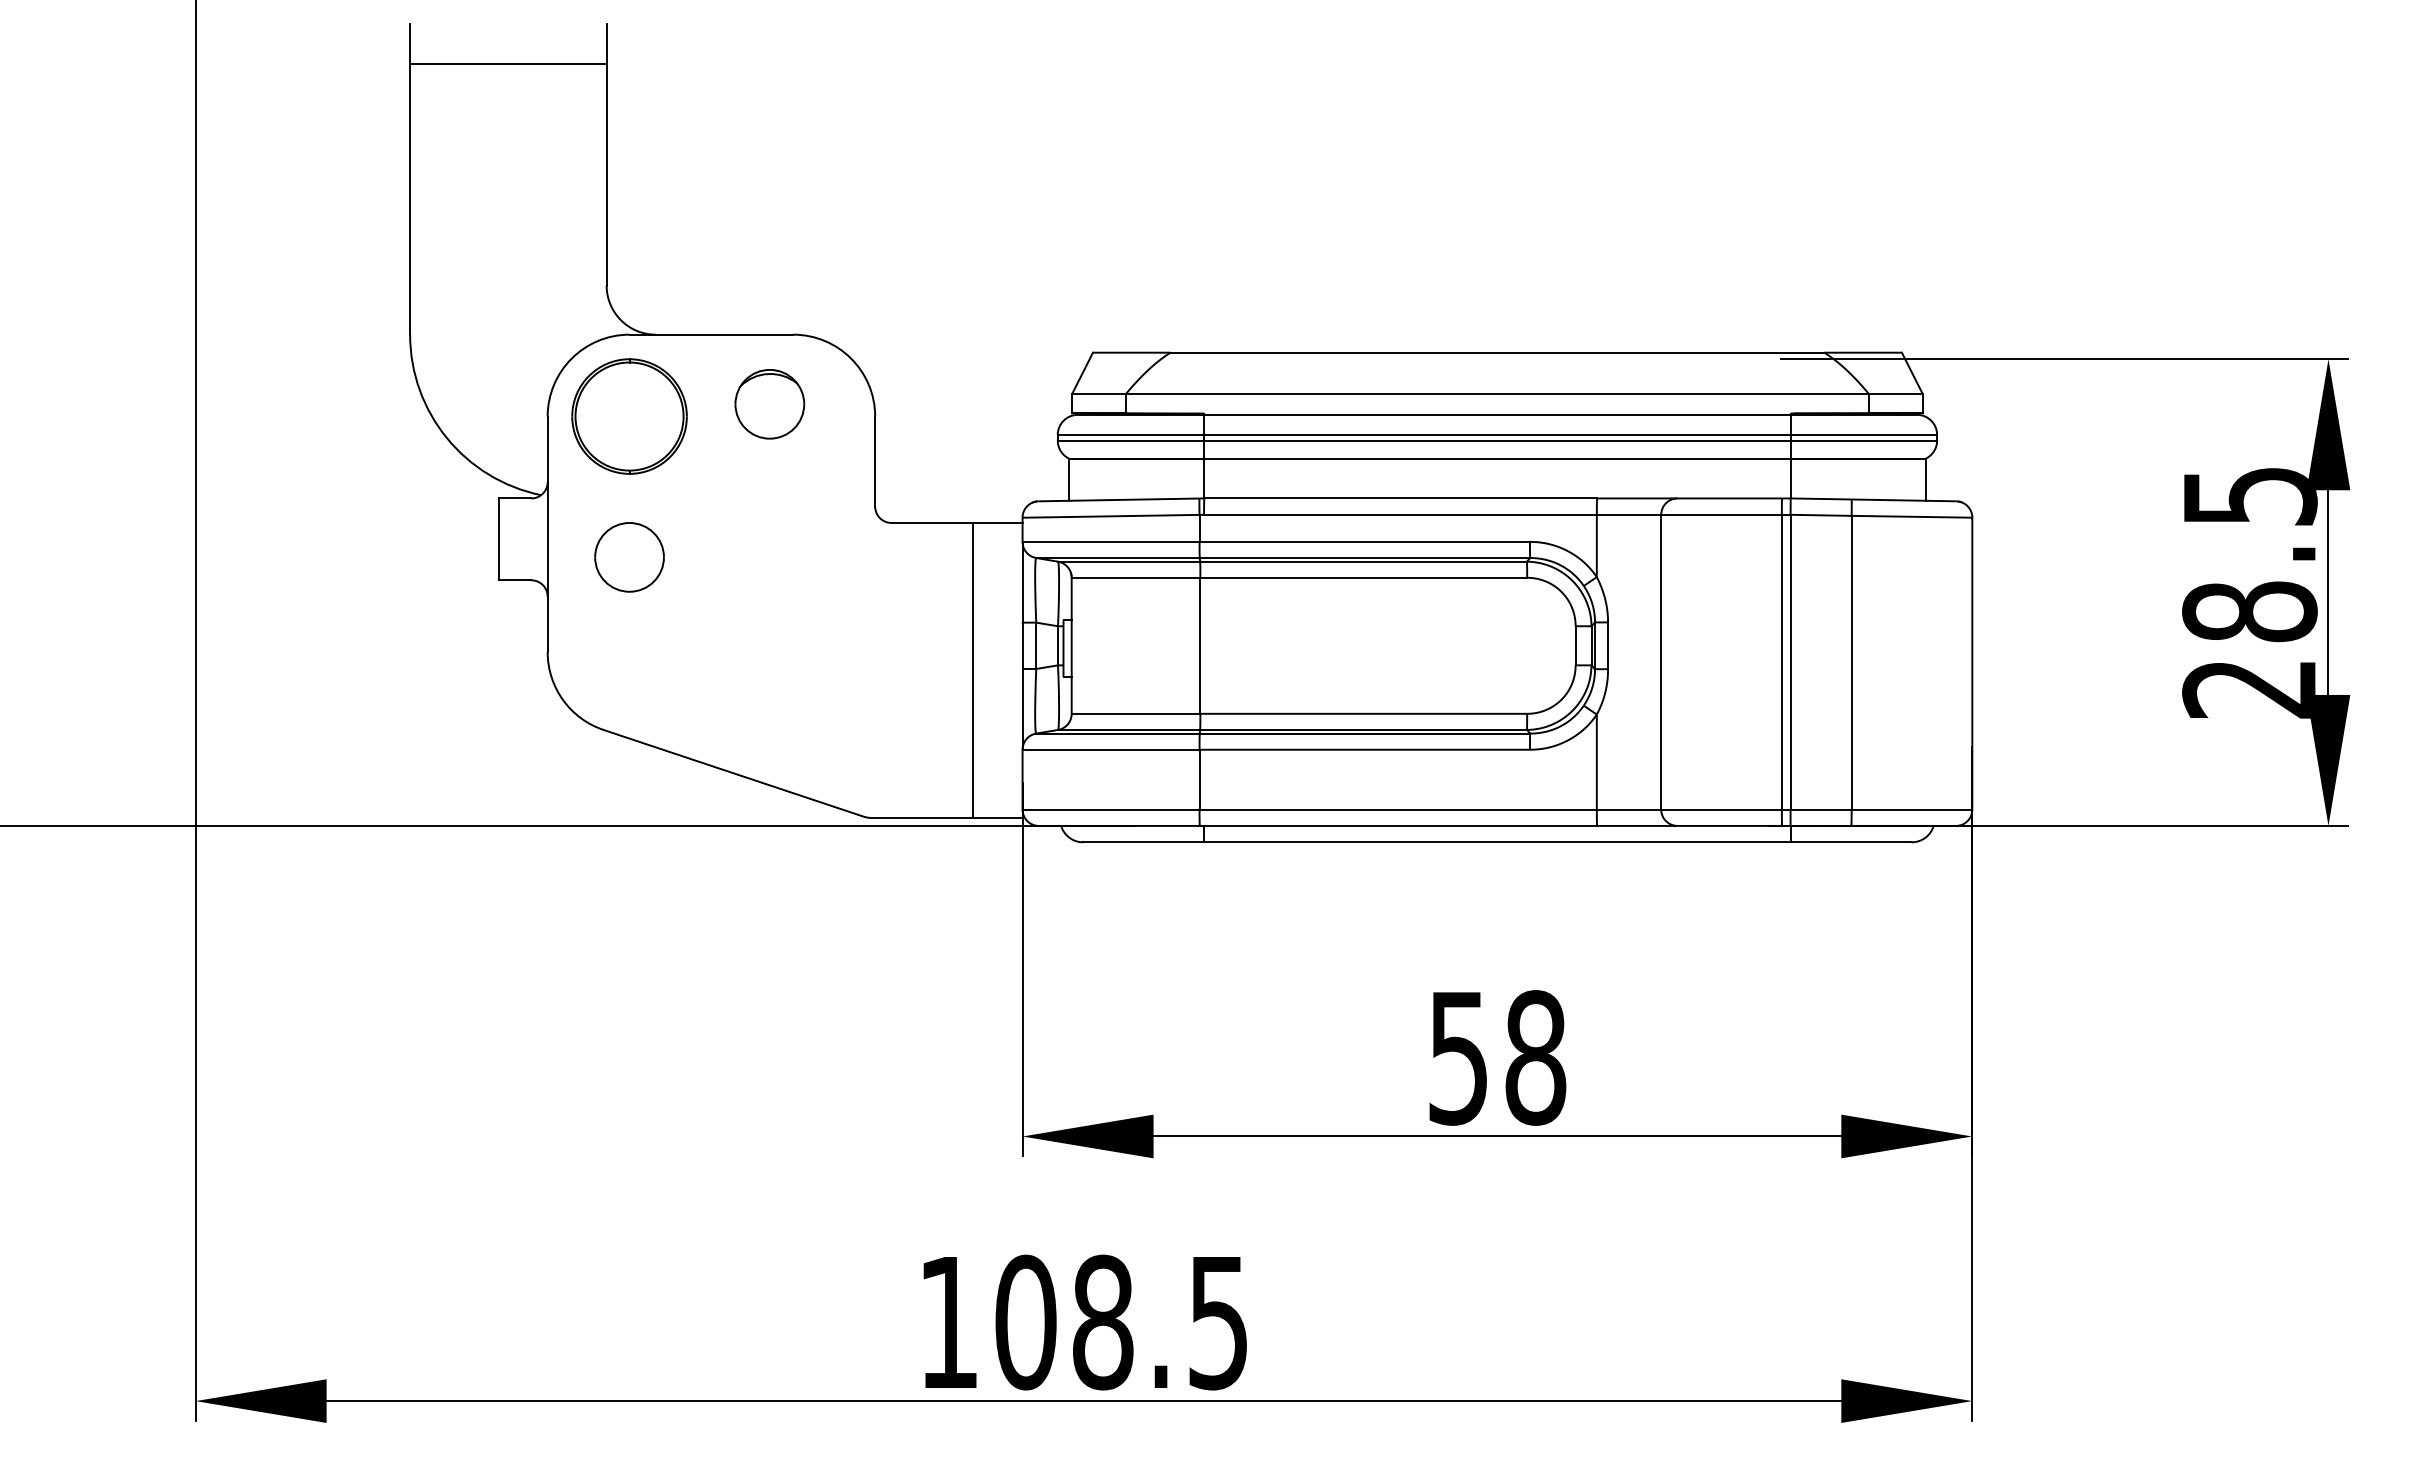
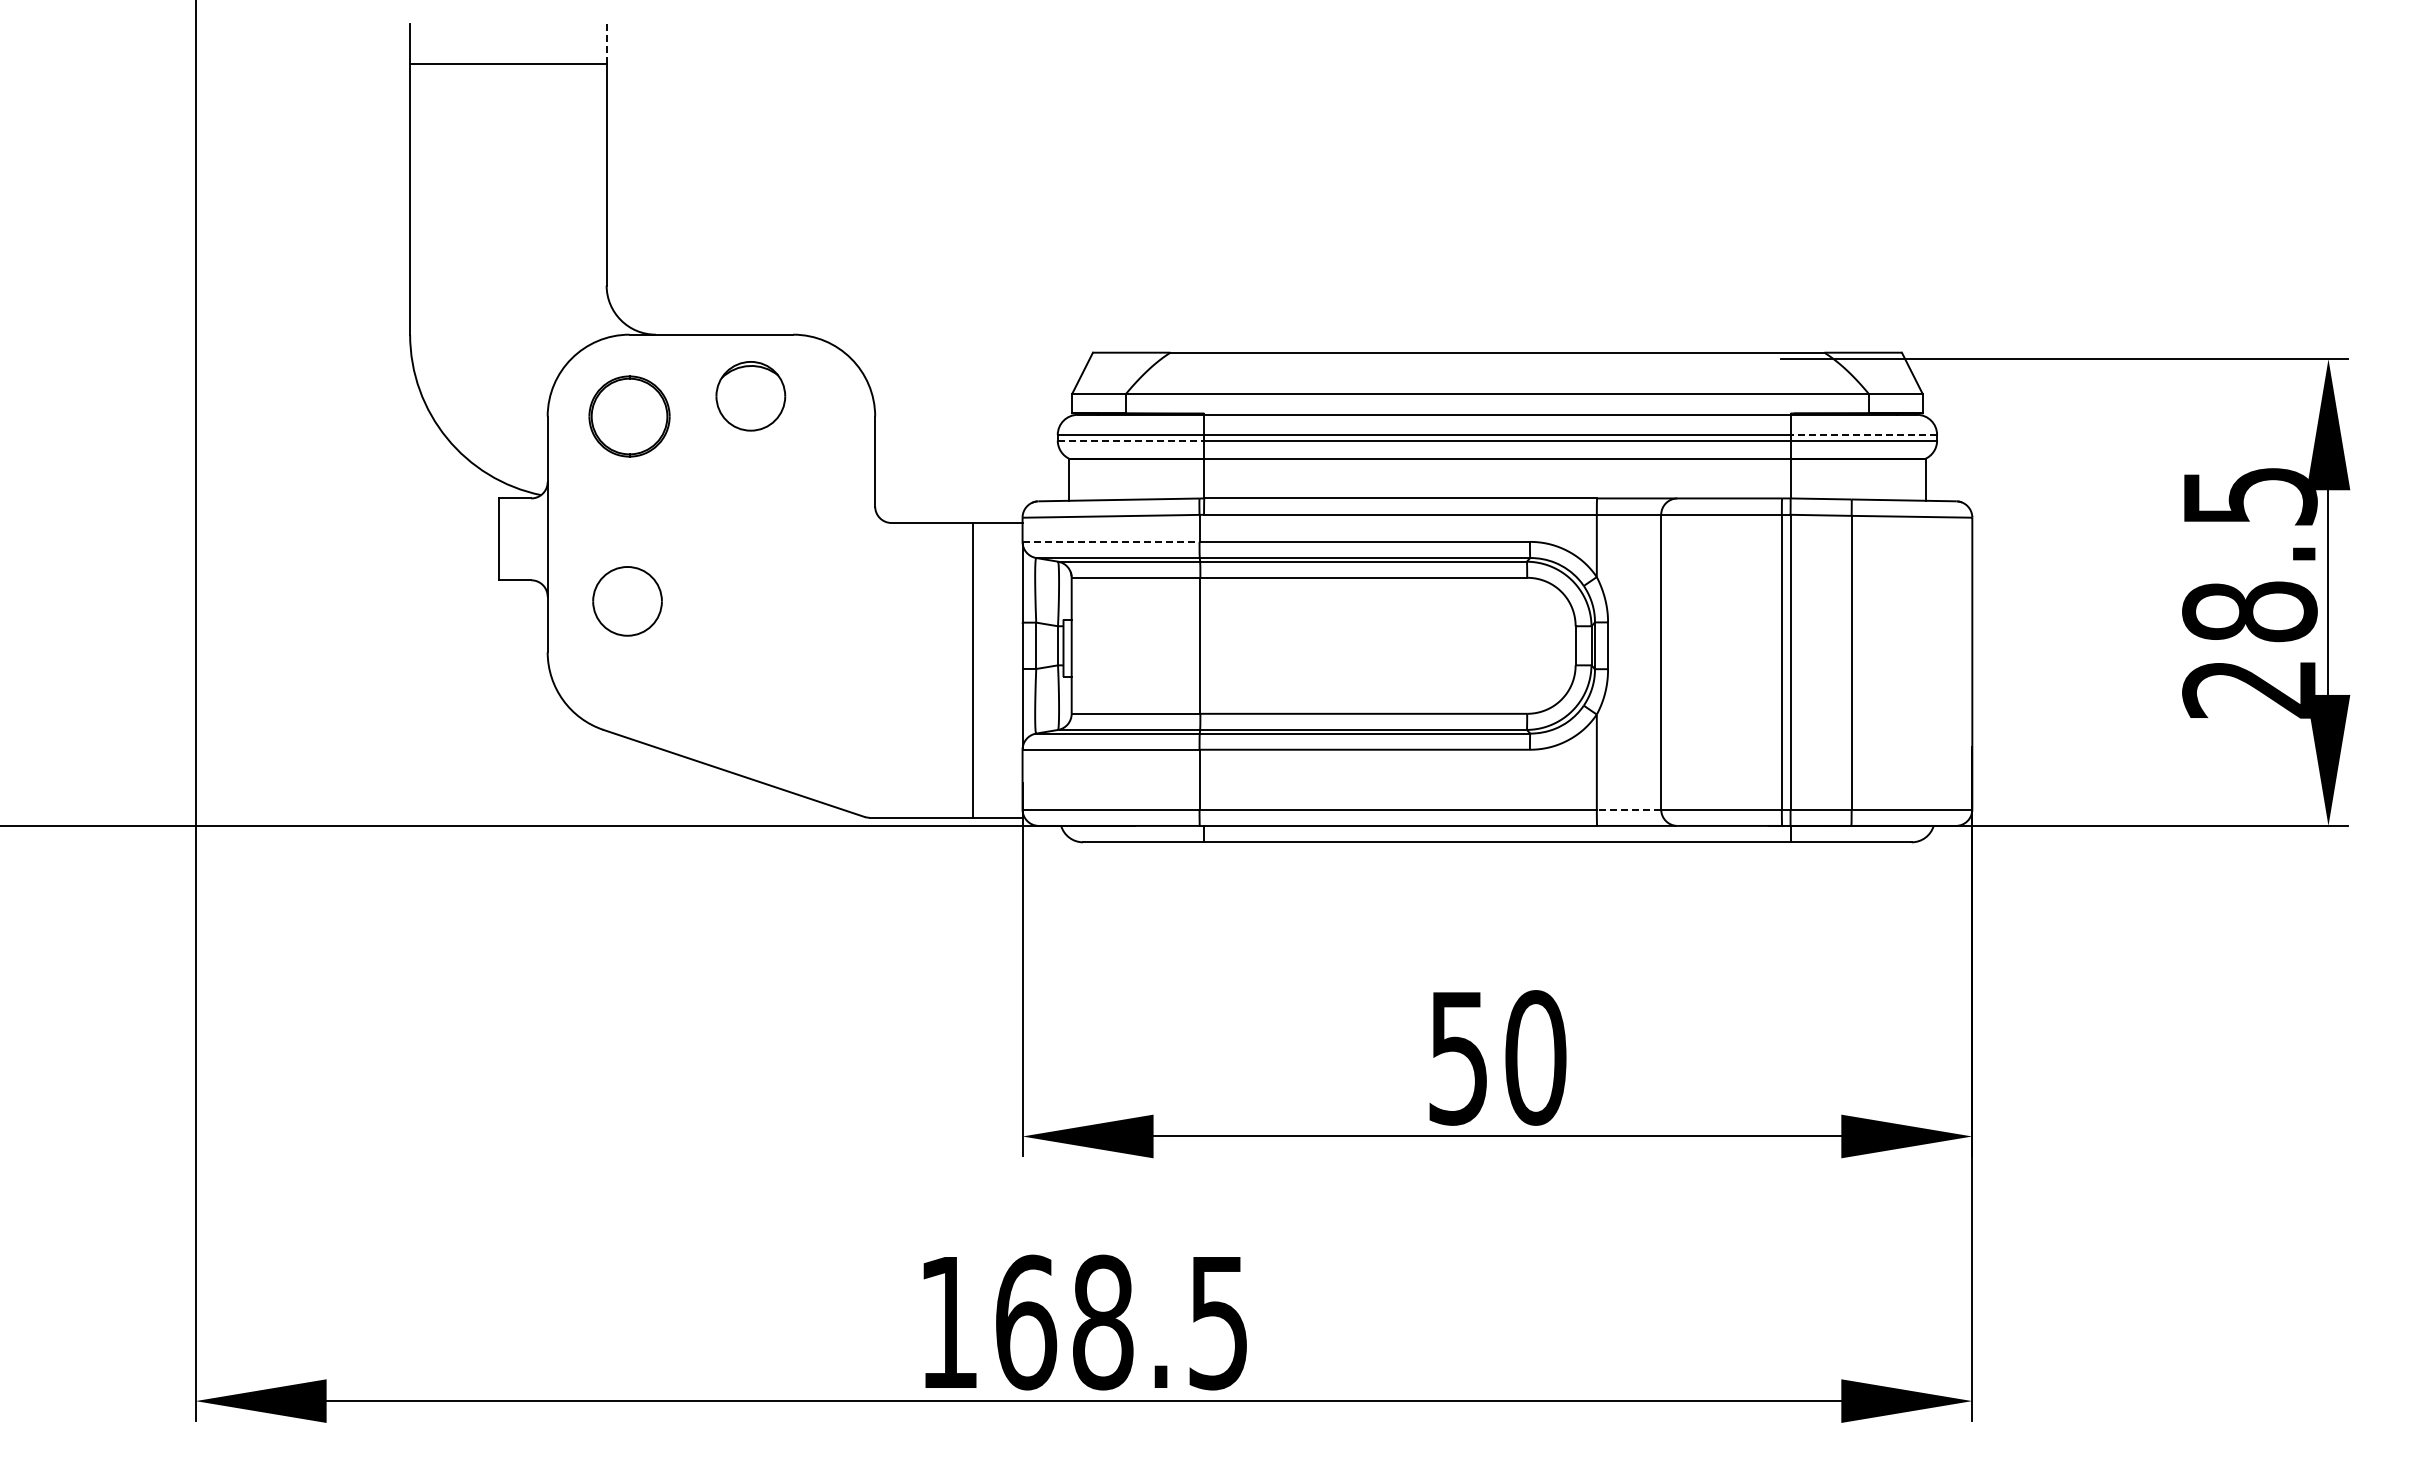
line at (606, 44): solid -> dashed
part at (769, 404) position: (769, 404) -> (750, 396)
part at (629, 416) size: 117x117 px -> 83x83 px
line at (1863, 434): solid -> dashed
line at (1131, 440): solid -> dashed
line at (1111, 541): solid -> dashed
part at (629, 557) position: (629, 557) -> (627, 601)
line at (1628, 809): solid -> dashed
text at (1535, 1057): 58 -> 50
text at (1026, 1322): 108.5 -> 168.5
